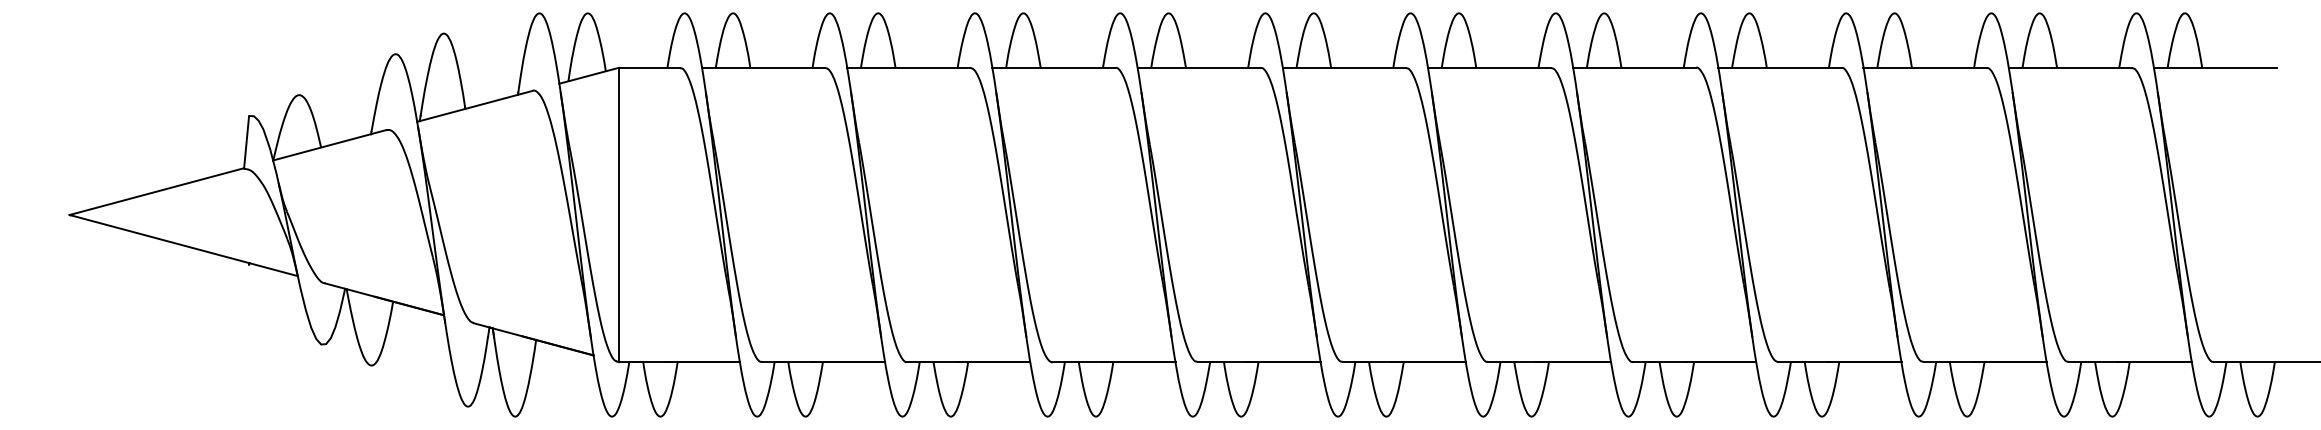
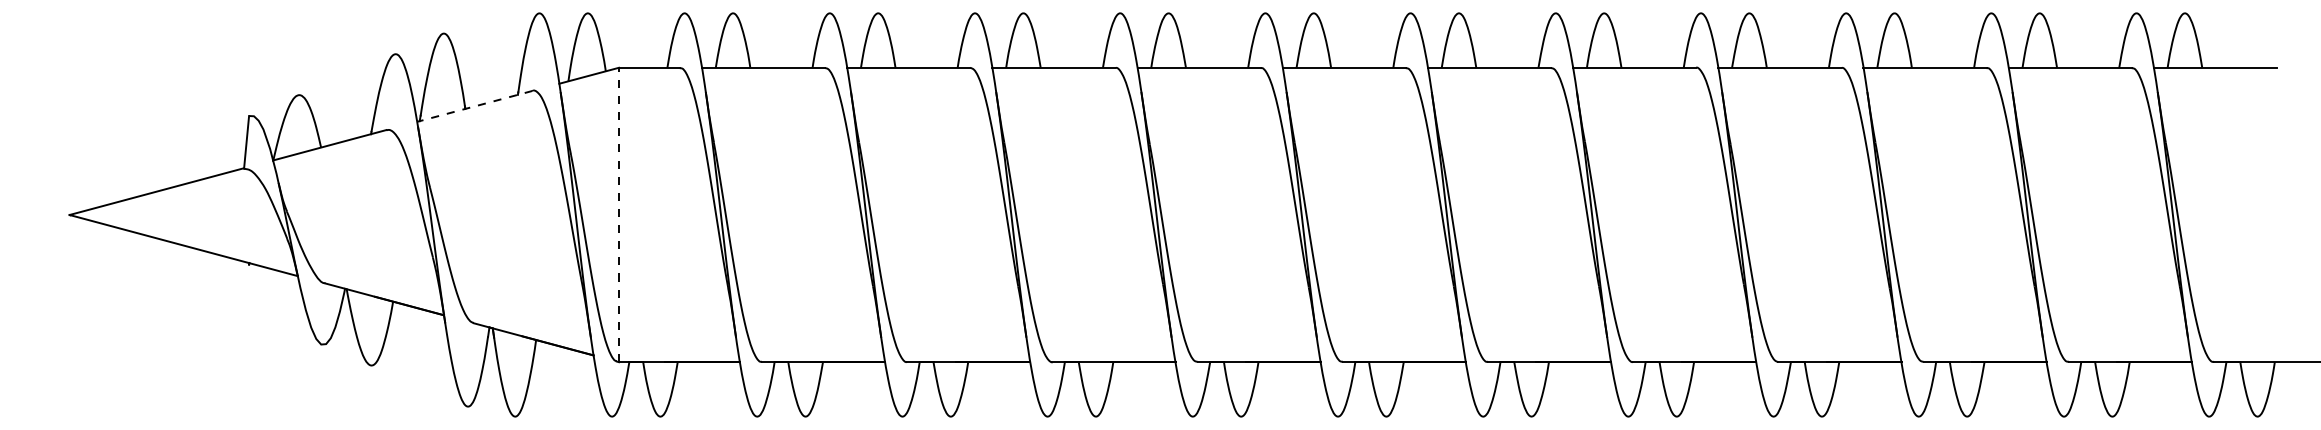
line at (474, 106): solid -> dashed
line at (619, 214): solid -> dashed
